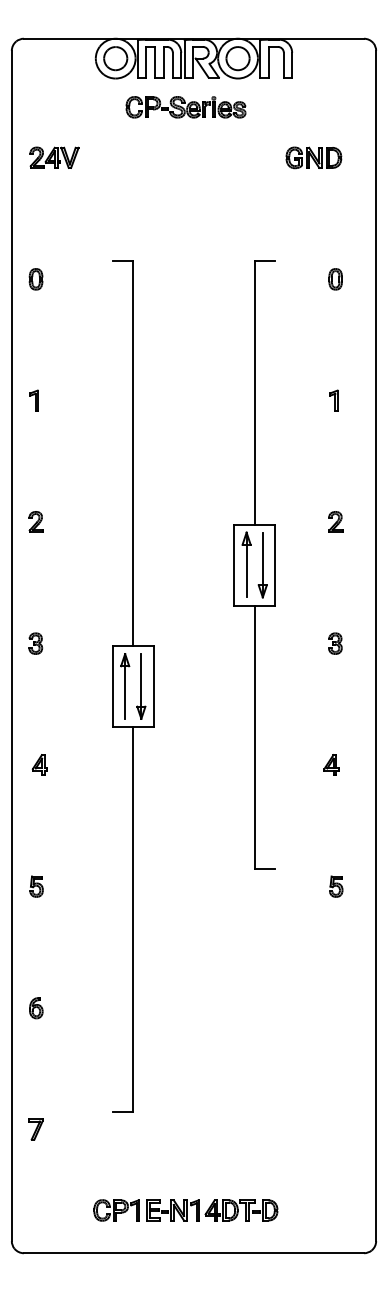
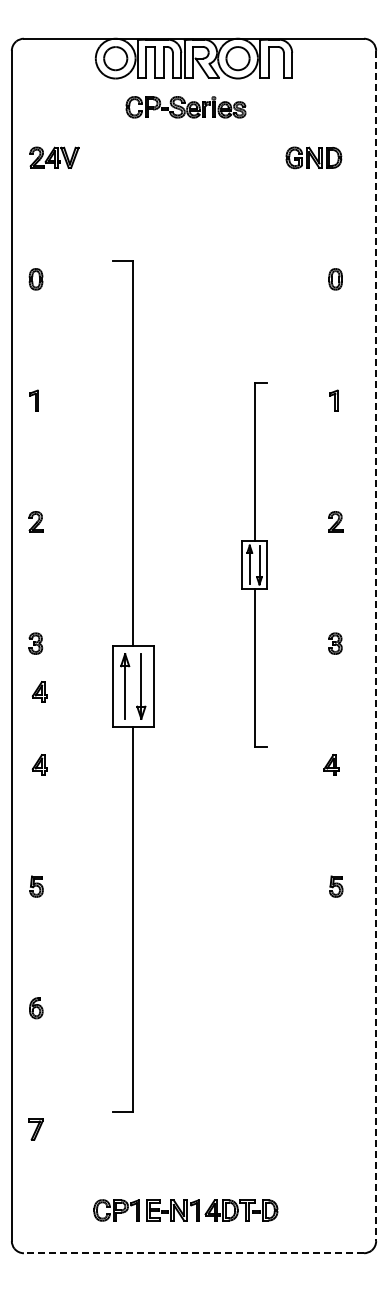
part at (254, 564) size: 43x610 px -> 27x366 px
line at (376, 646): solid -> dashed
part at (39, 691): none -> present
line at (193, 1253): solid -> dashed
